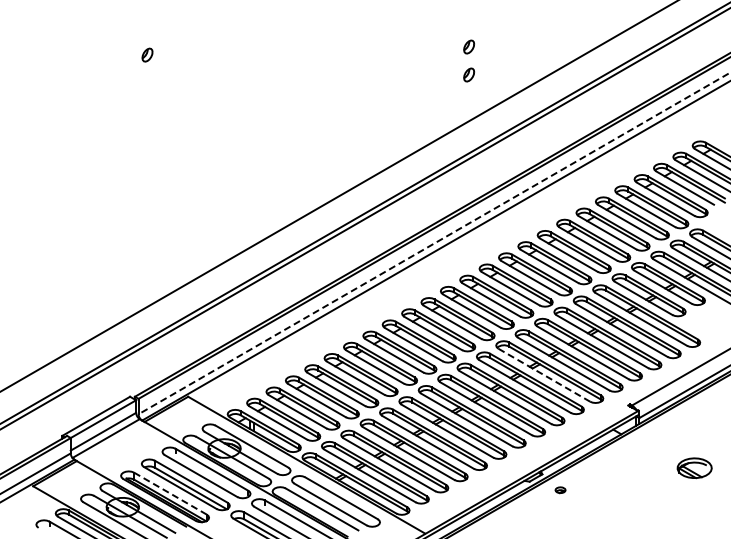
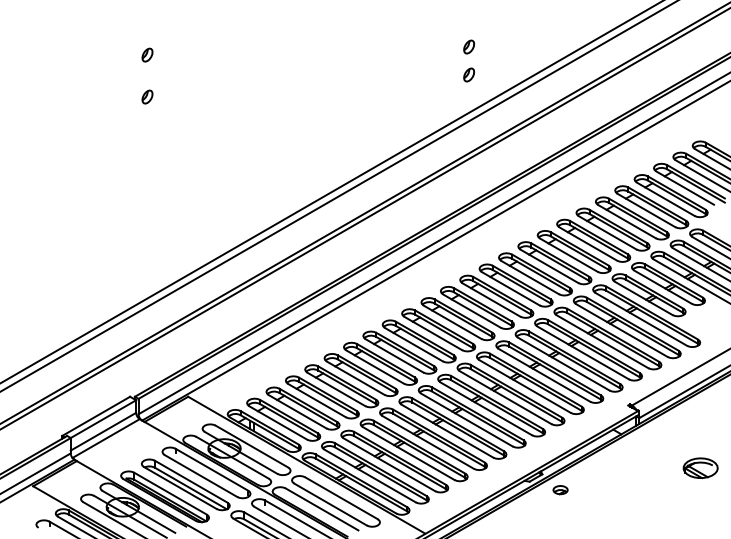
part at (147, 96): none -> present
line at (331, 192): none -> present
line at (434, 243): dashed -> solid
line at (544, 375): dashed -> solid
part at (694, 468) position: (694, 468) -> (700, 468)
part at (560, 490) size: 13x9 px -> 17x11 px
line at (170, 493): dashed -> solid
